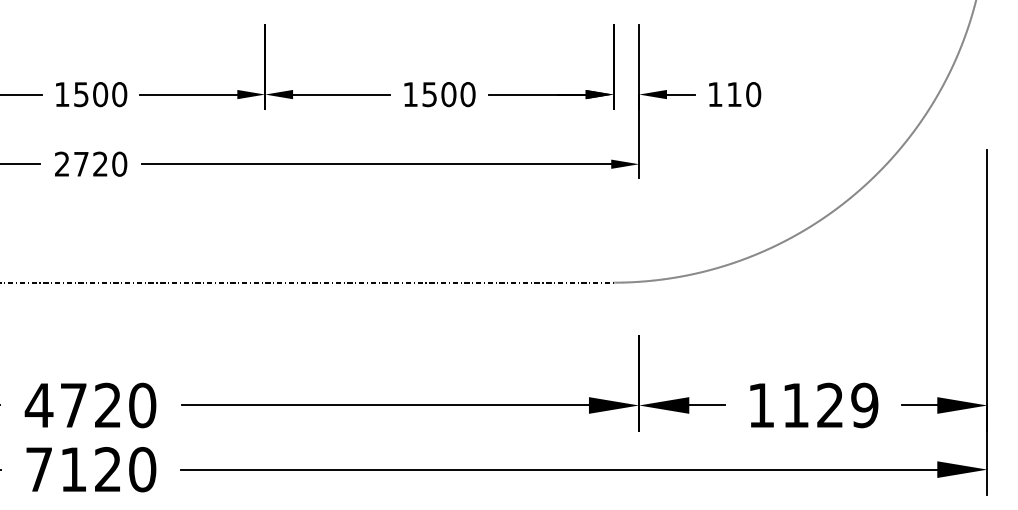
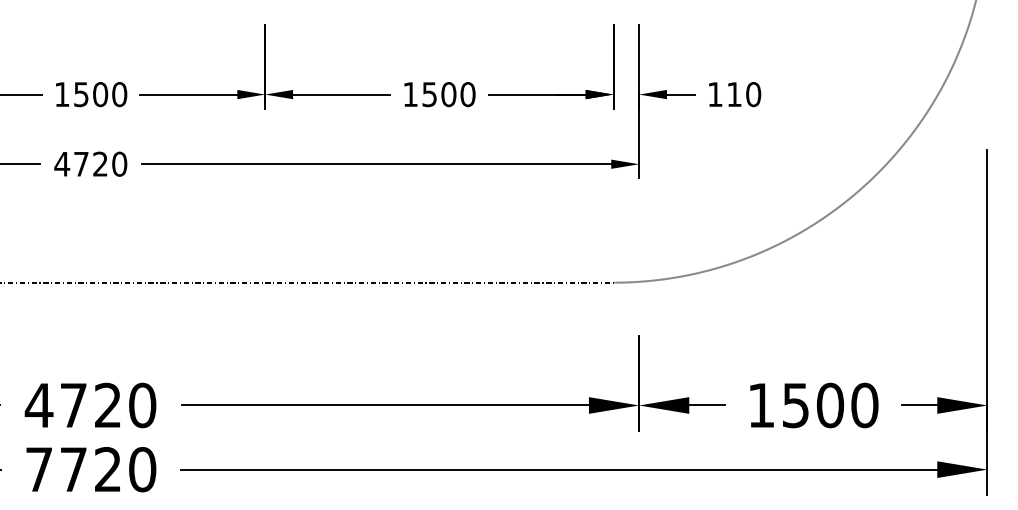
text at (62, 163): 2720 -> 4720
text at (830, 405): 1129 -> 1500
text at (73, 469): 7120 -> 7720
